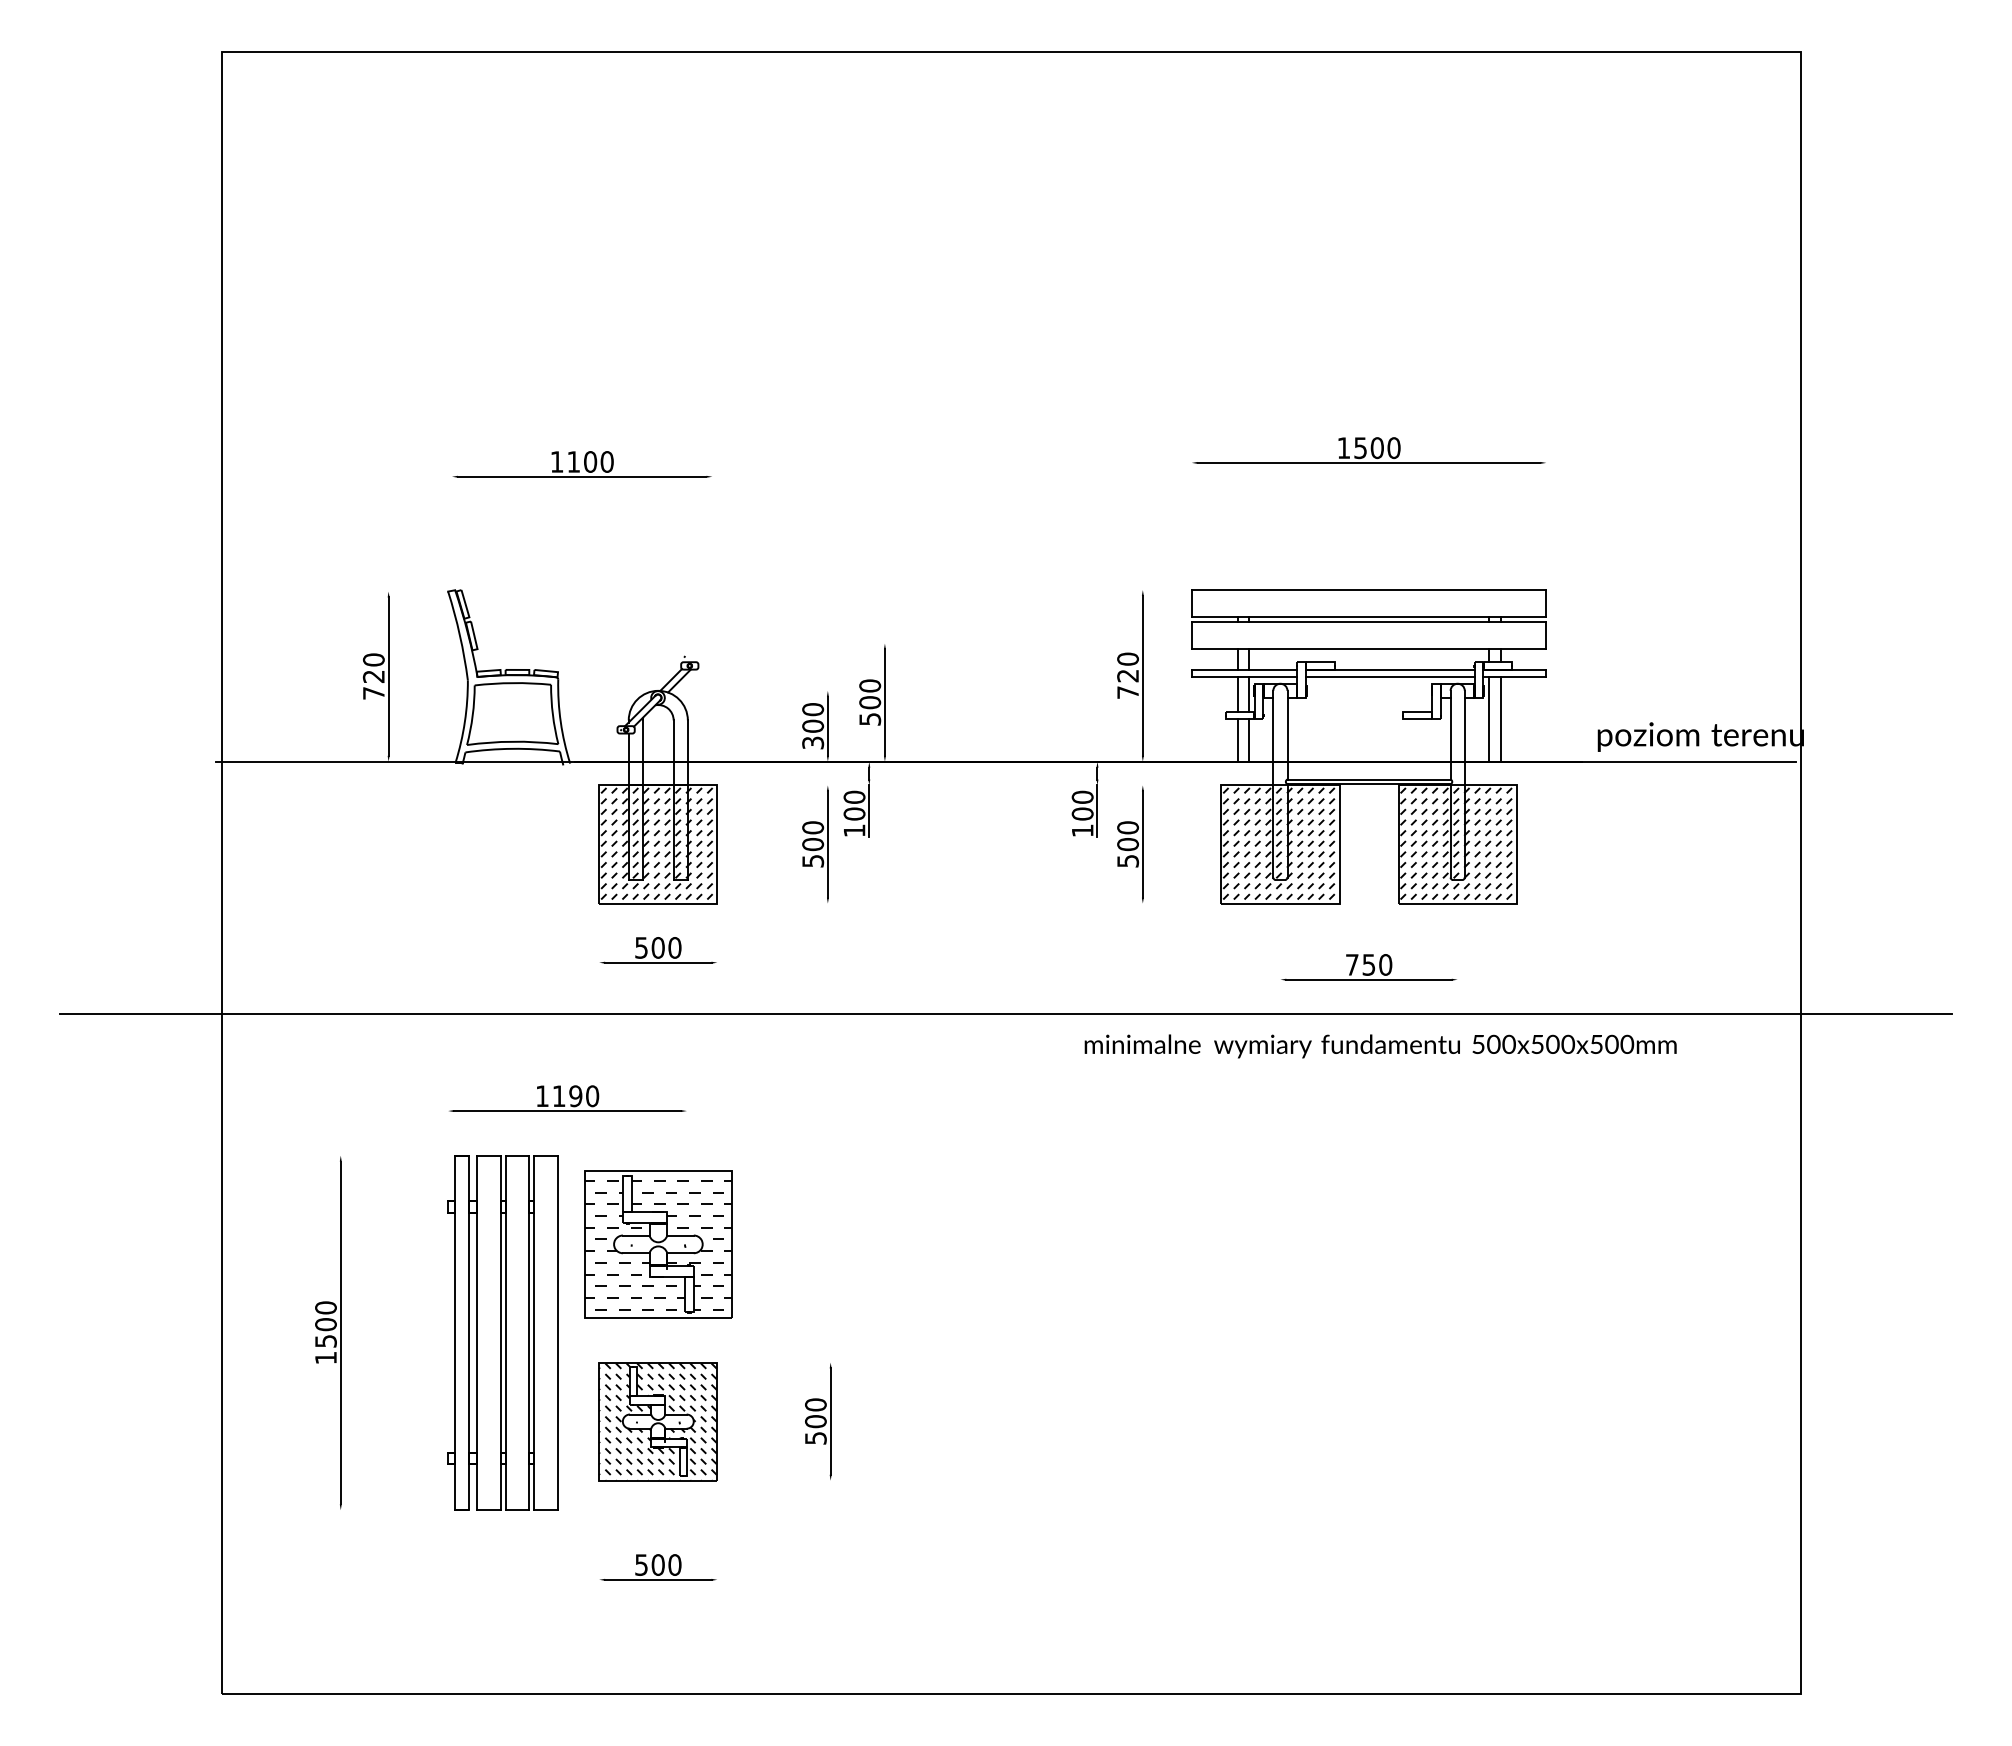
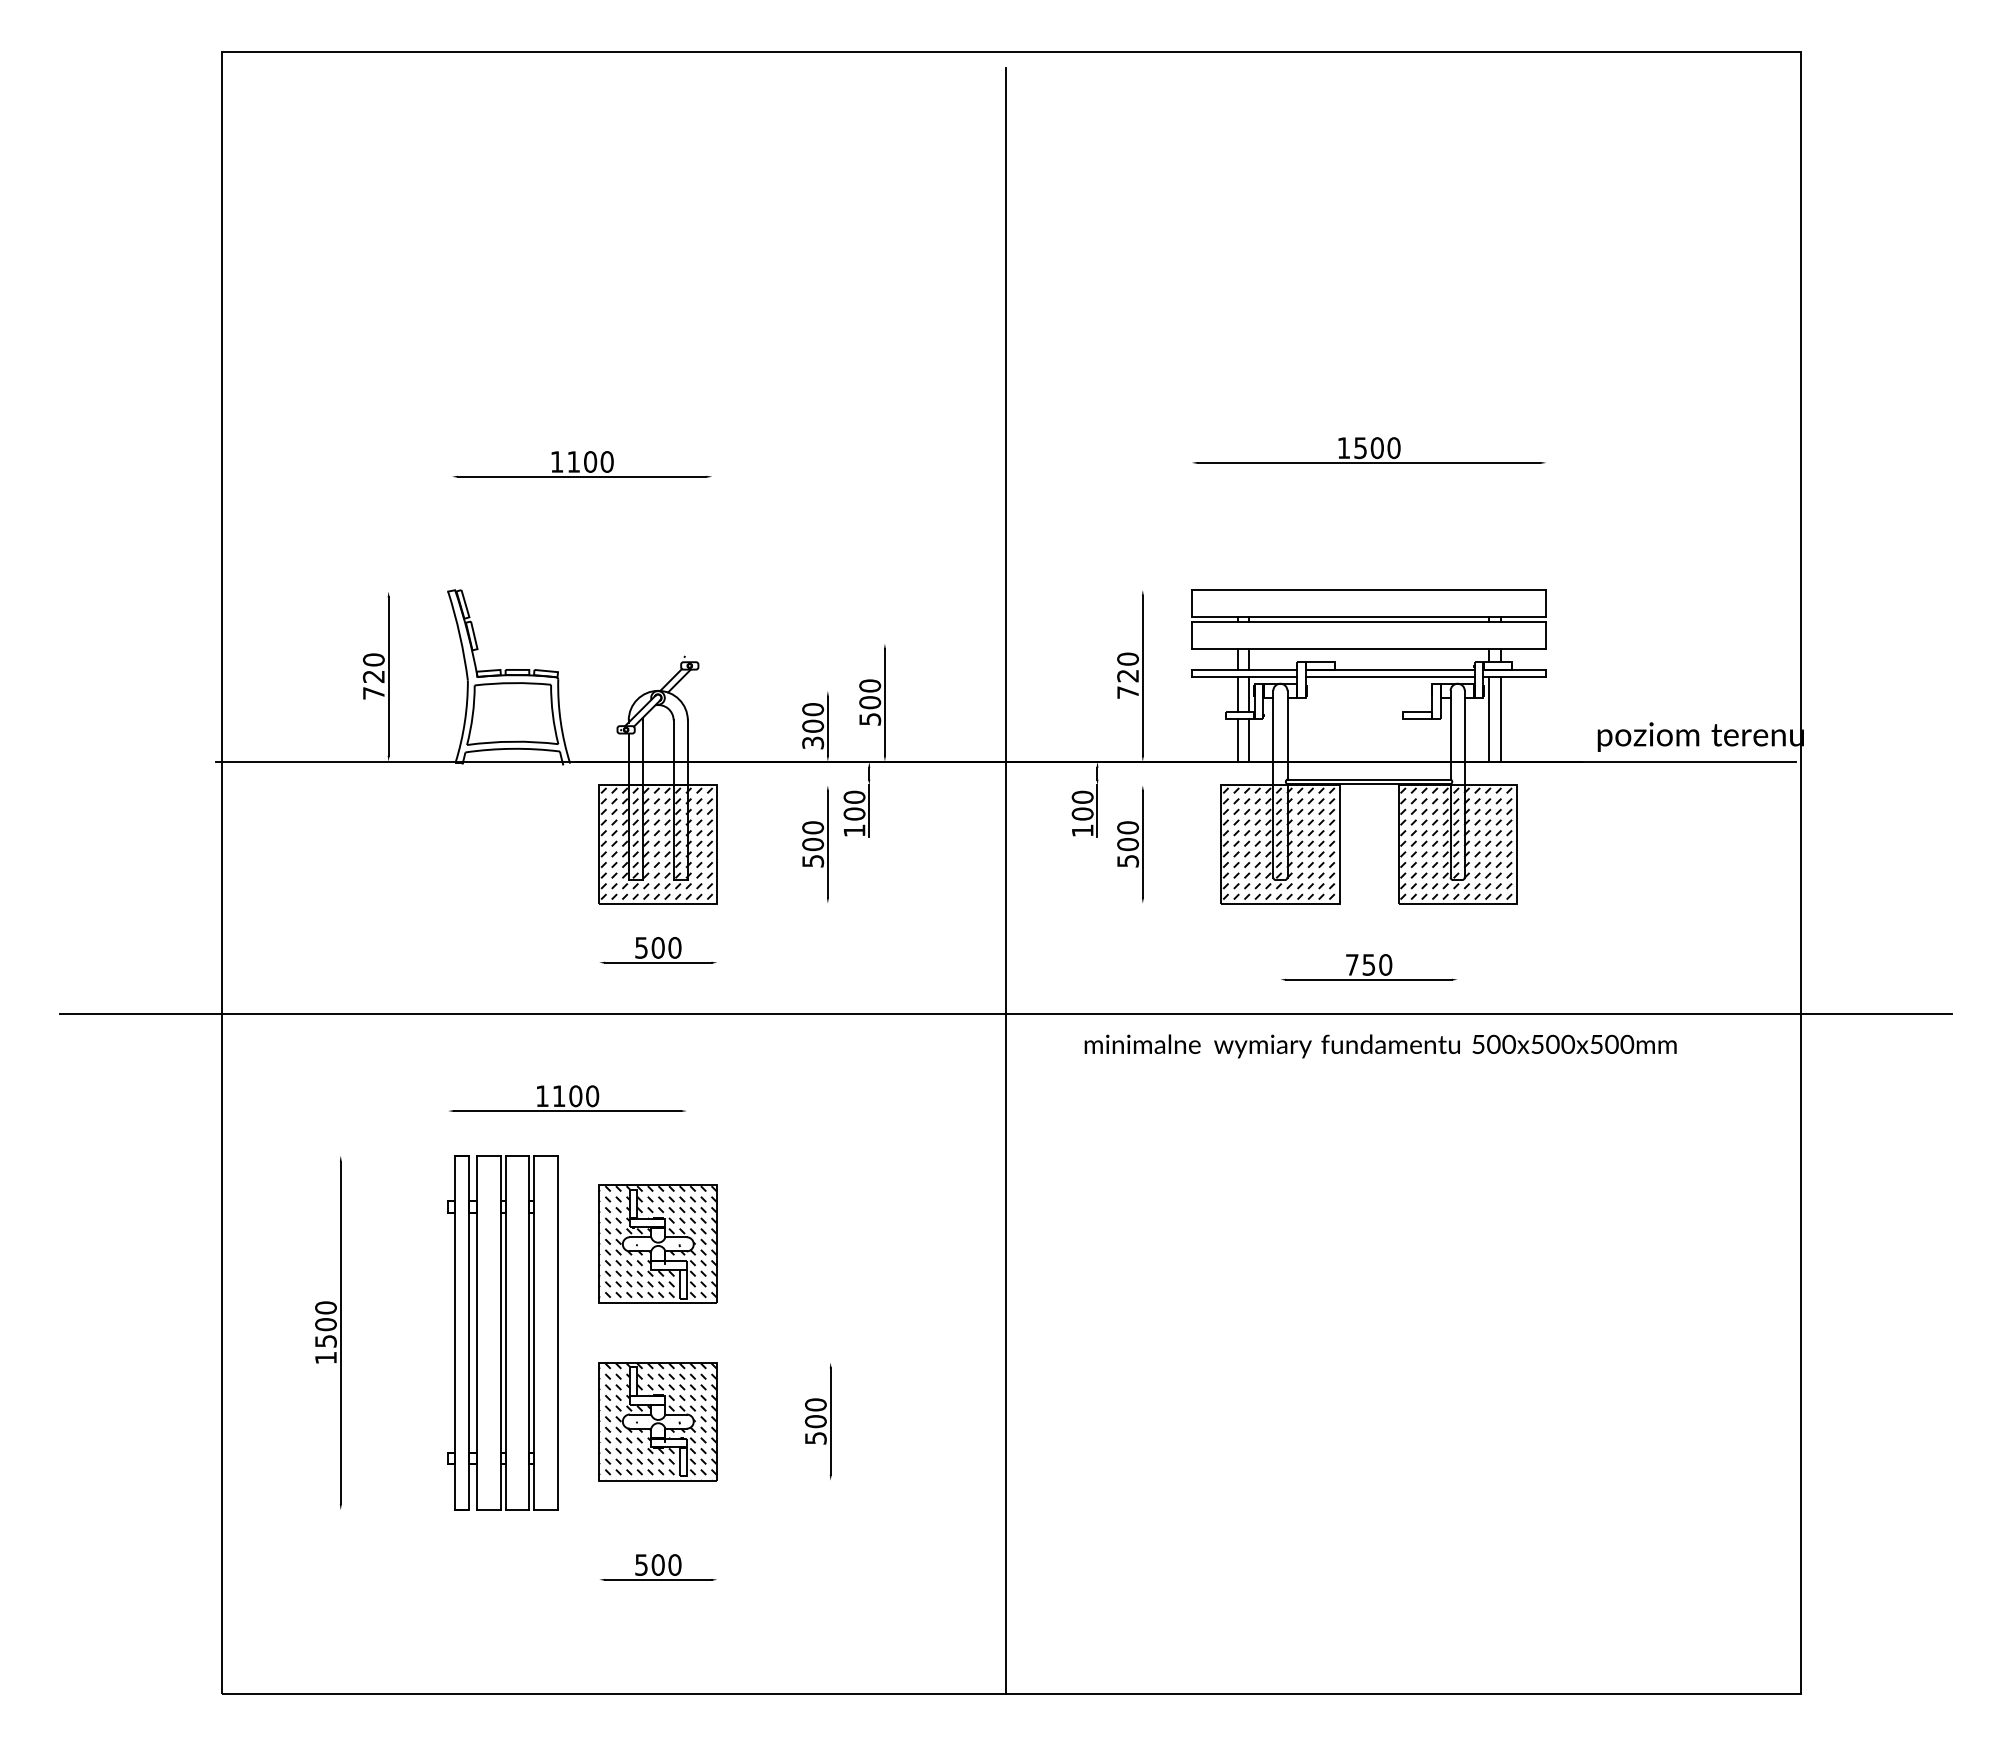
line at (1006, 880): none -> present
text at (575, 1096): 1190 -> 1100
part at (658, 1244) size: 149x149 px -> 120x120 px
